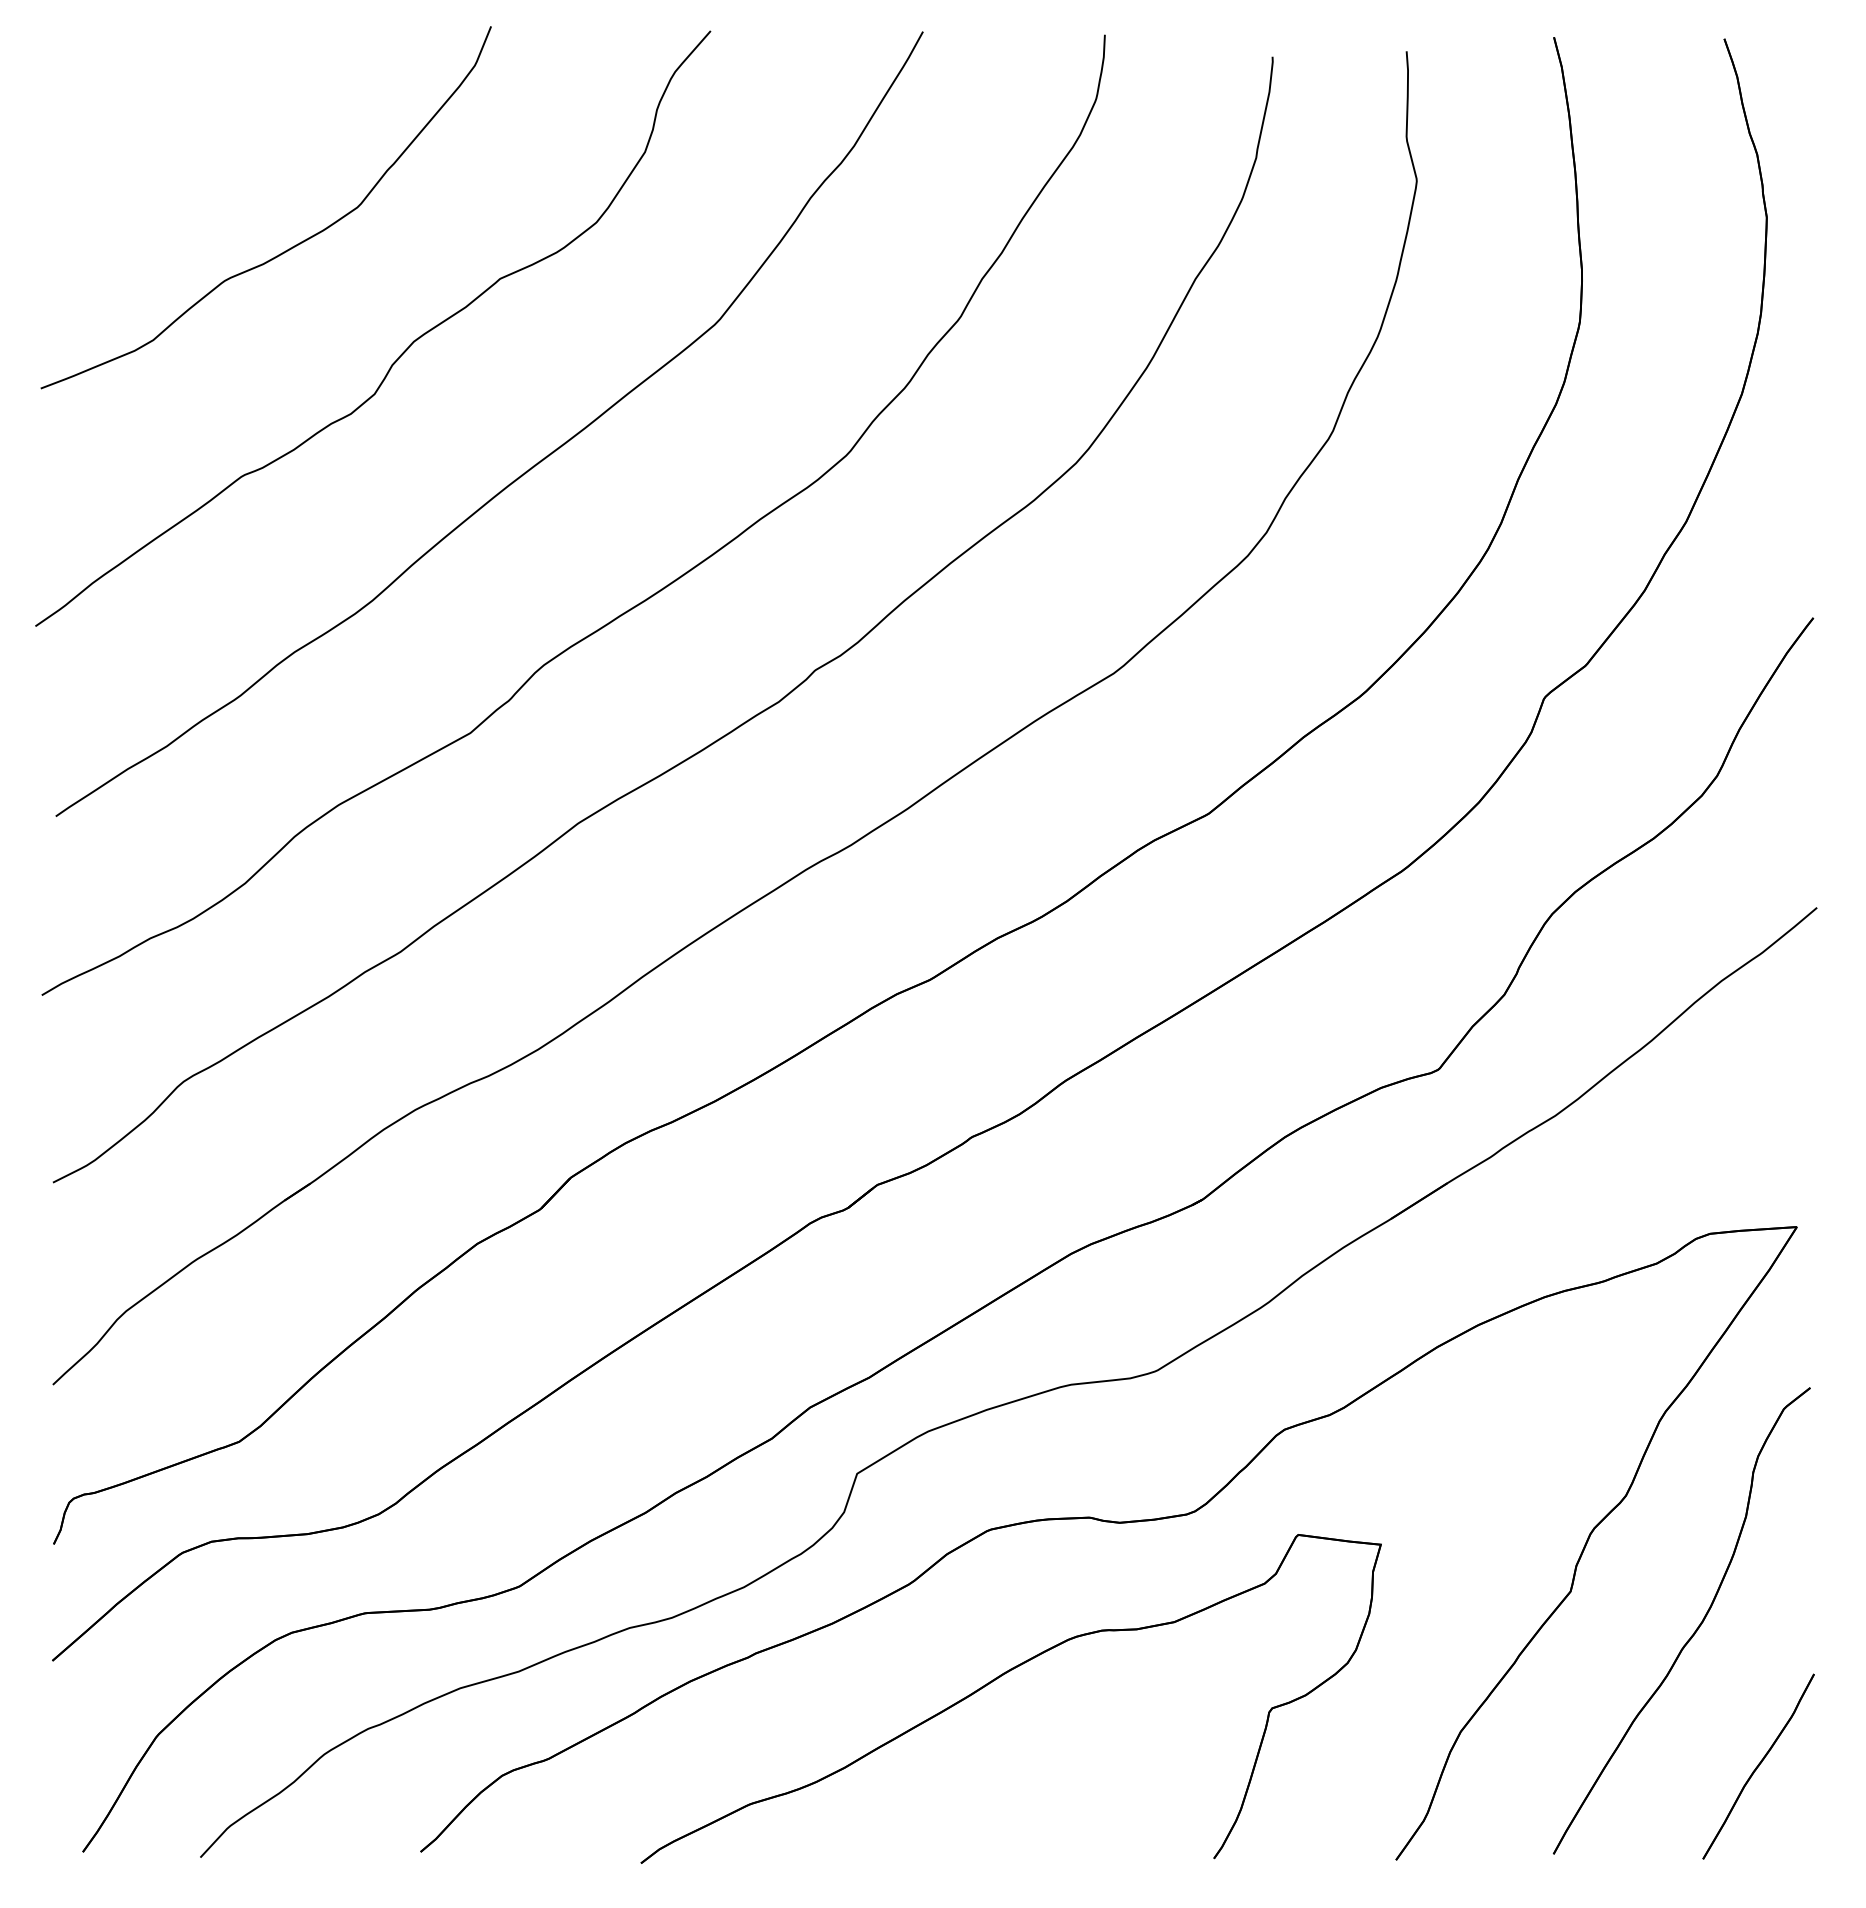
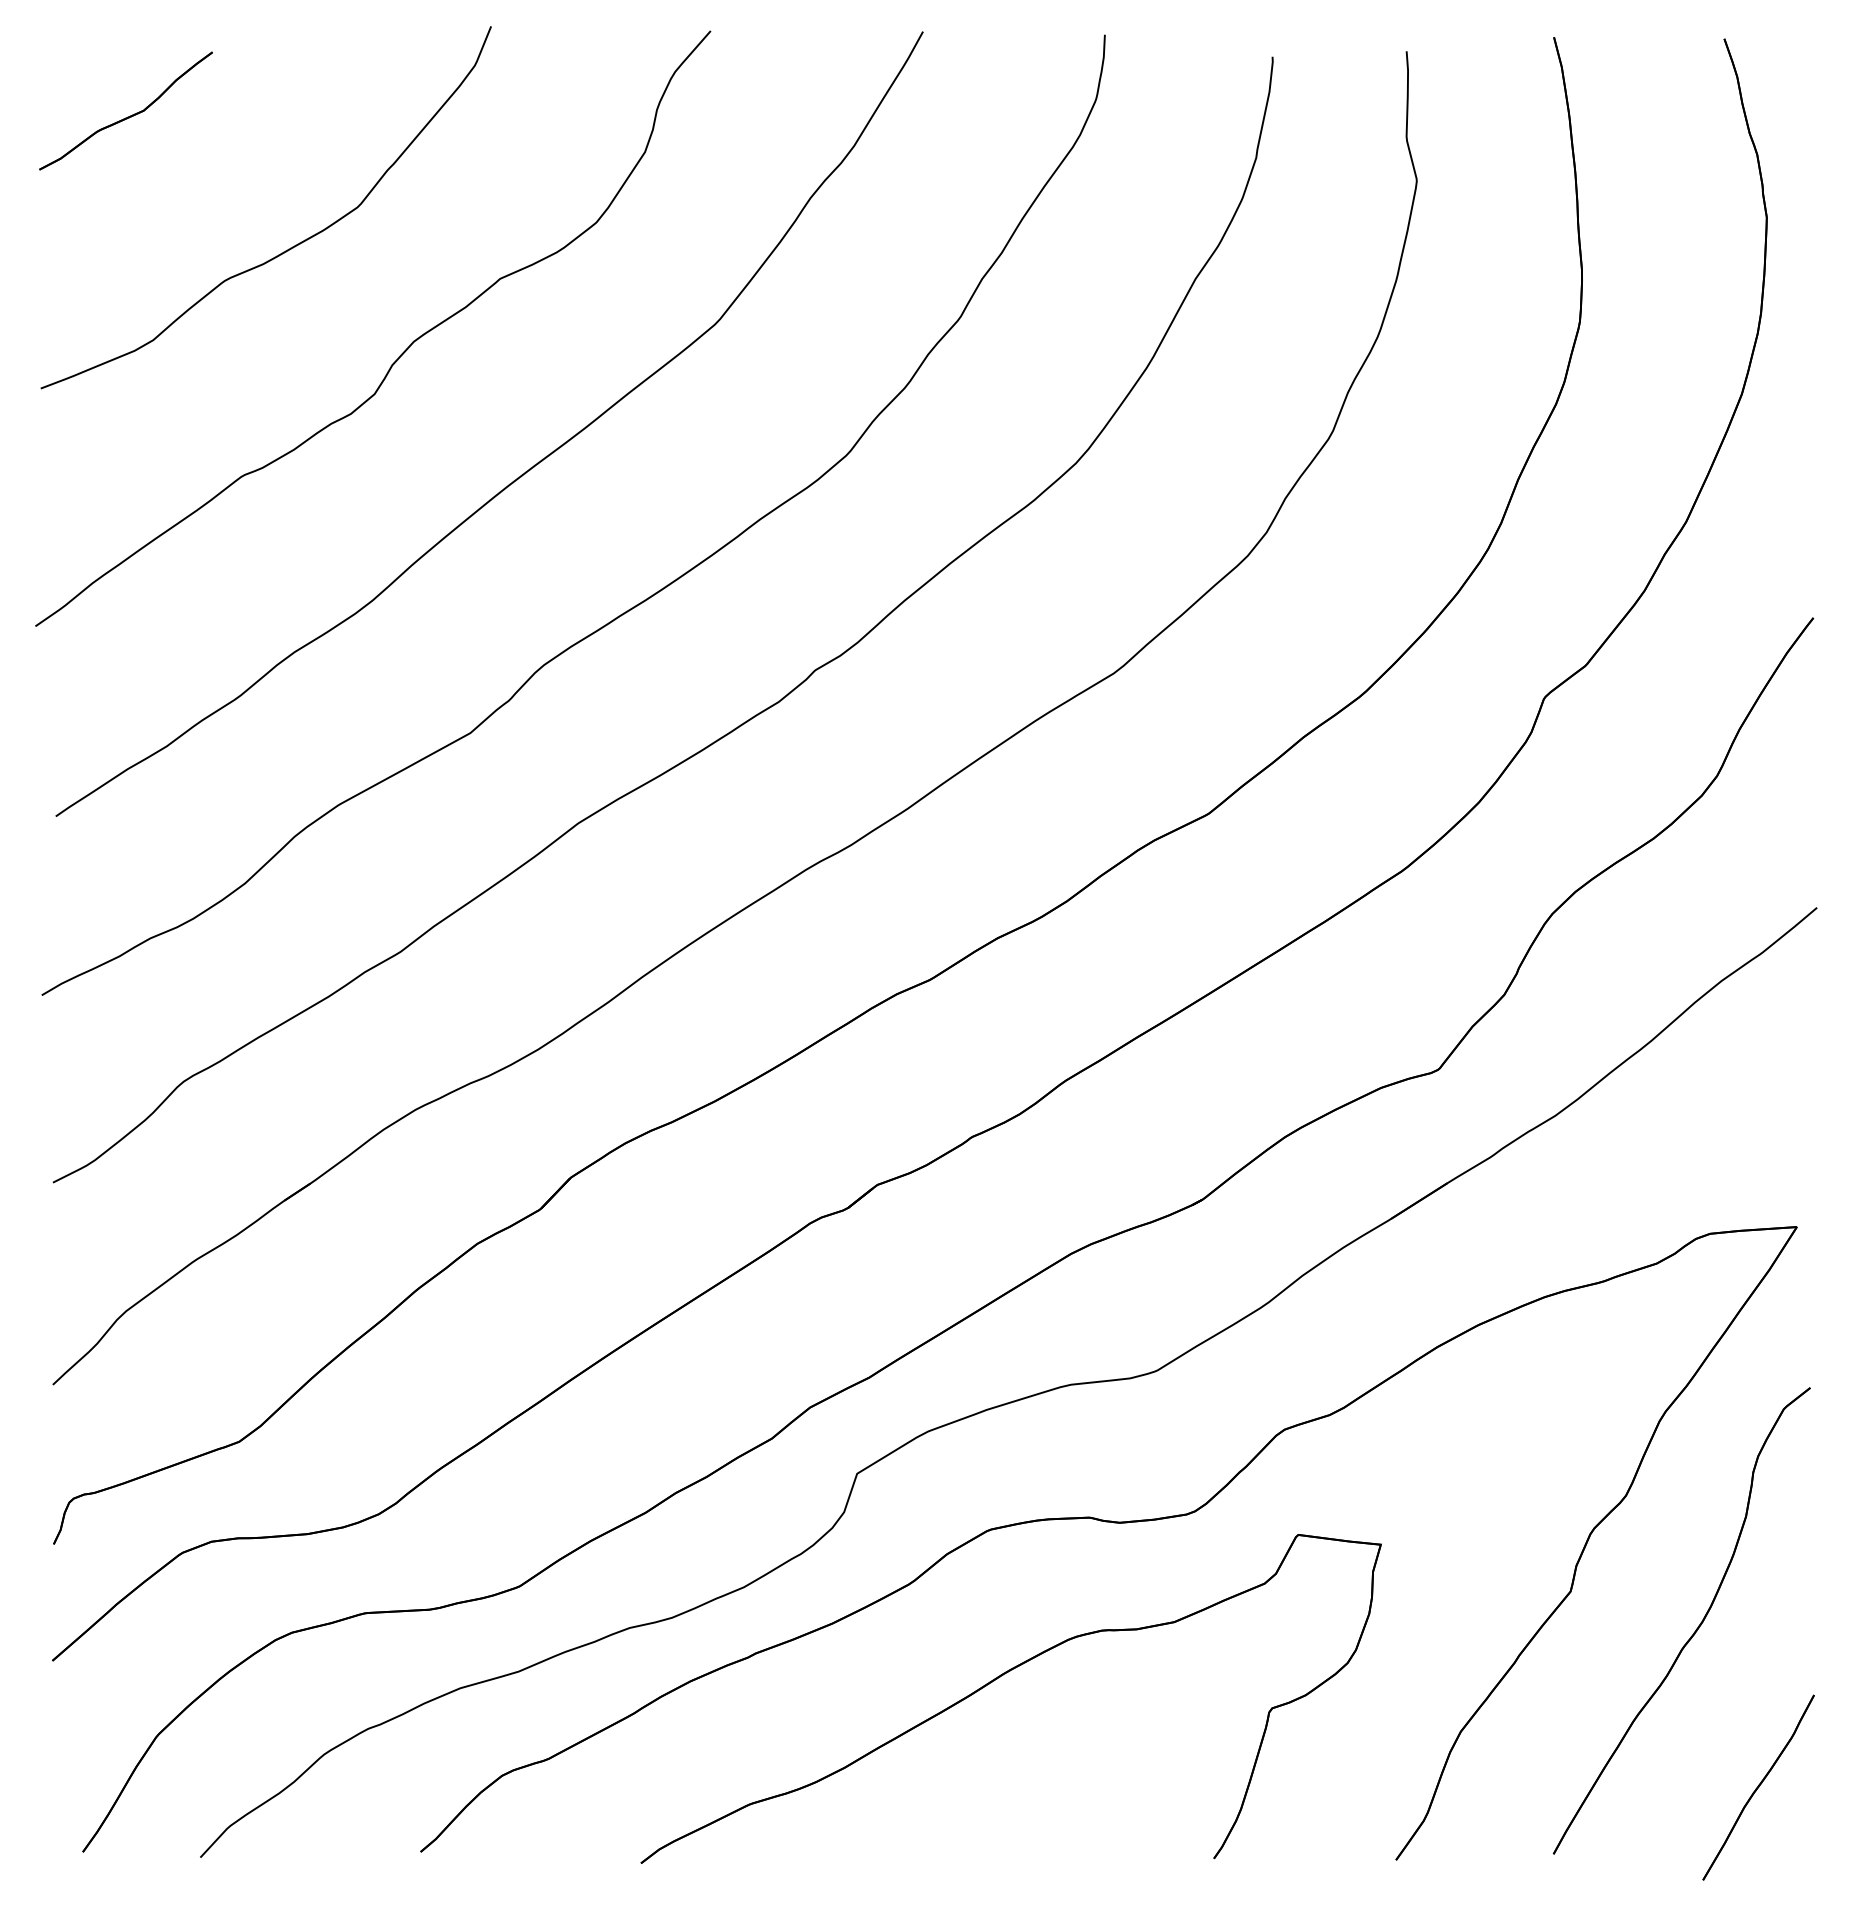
part at (127, 116): none -> present
part at (1758, 1766) position: (1758, 1766) -> (1758, 1787)
